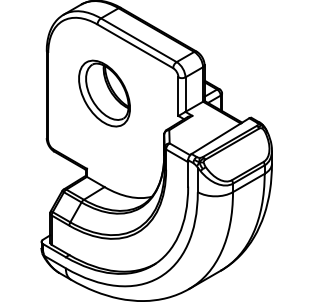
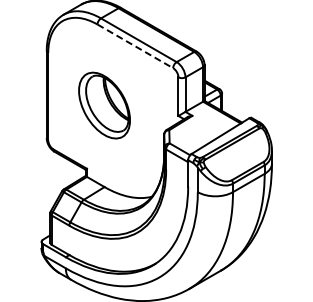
line at (135, 46): solid -> dashed
part at (104, 93) position: (104, 93) -> (104, 105)
